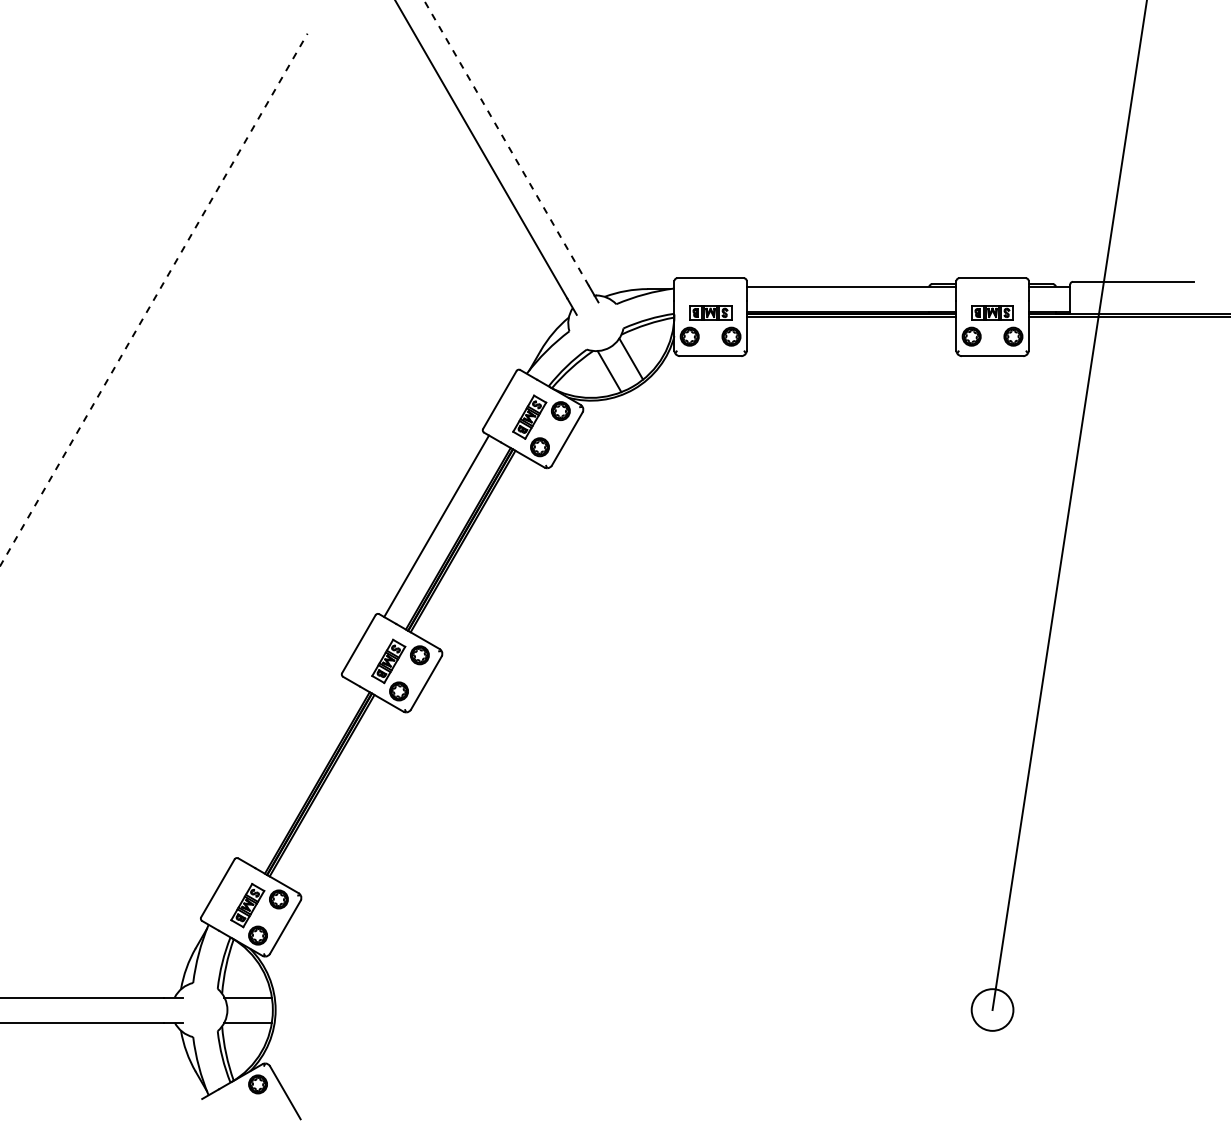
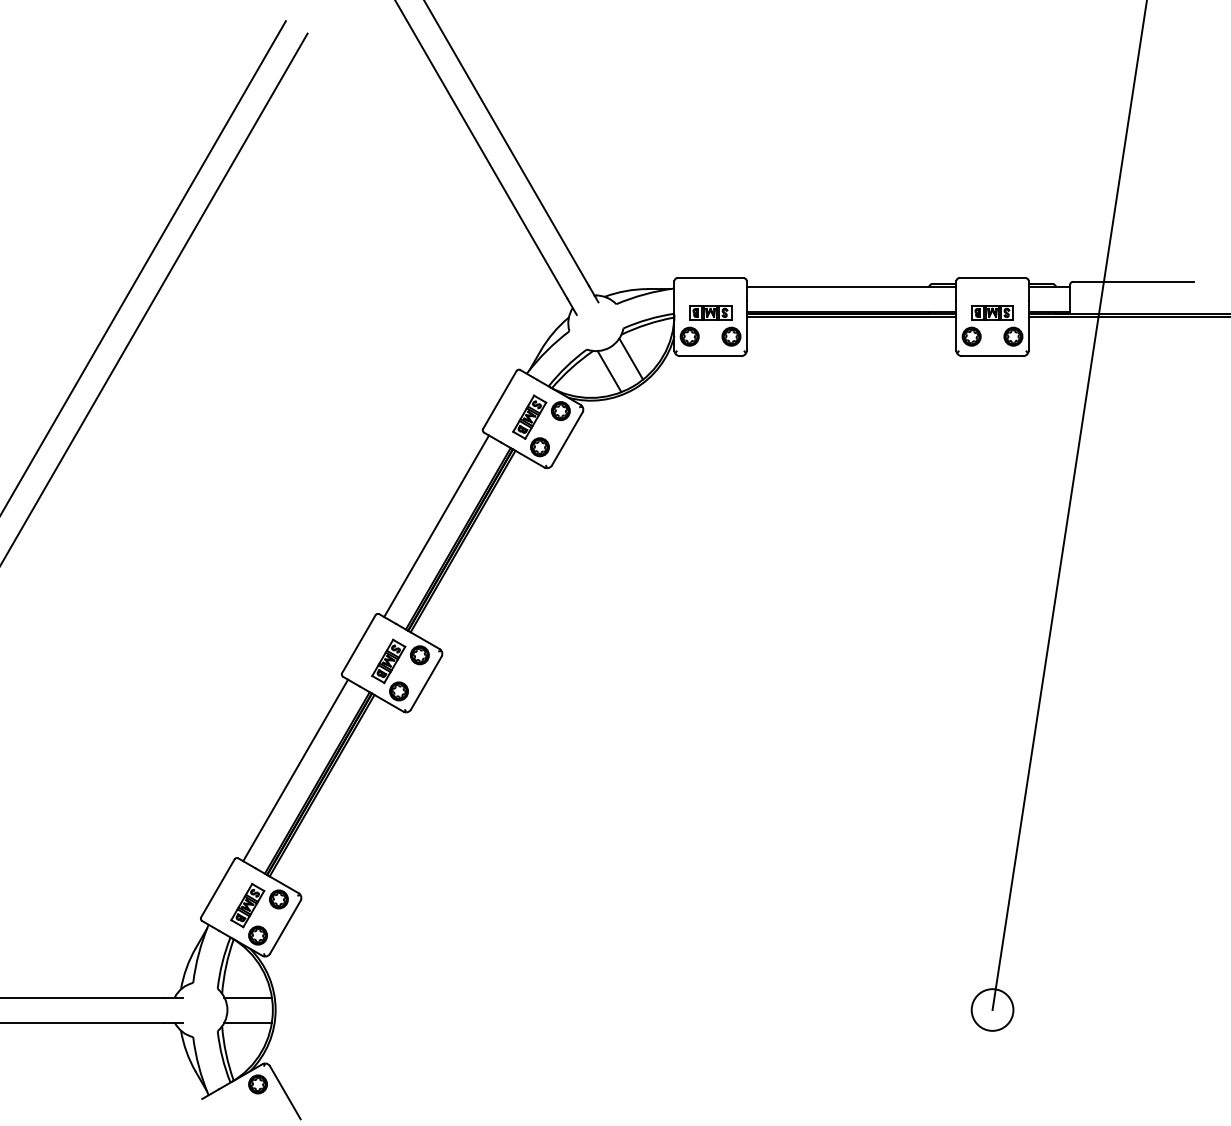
line at (506, 143): dashed -> solid
line at (143, 266): none -> present
line at (154, 299): dashed -> solid
line at (295, 770): none -> present
